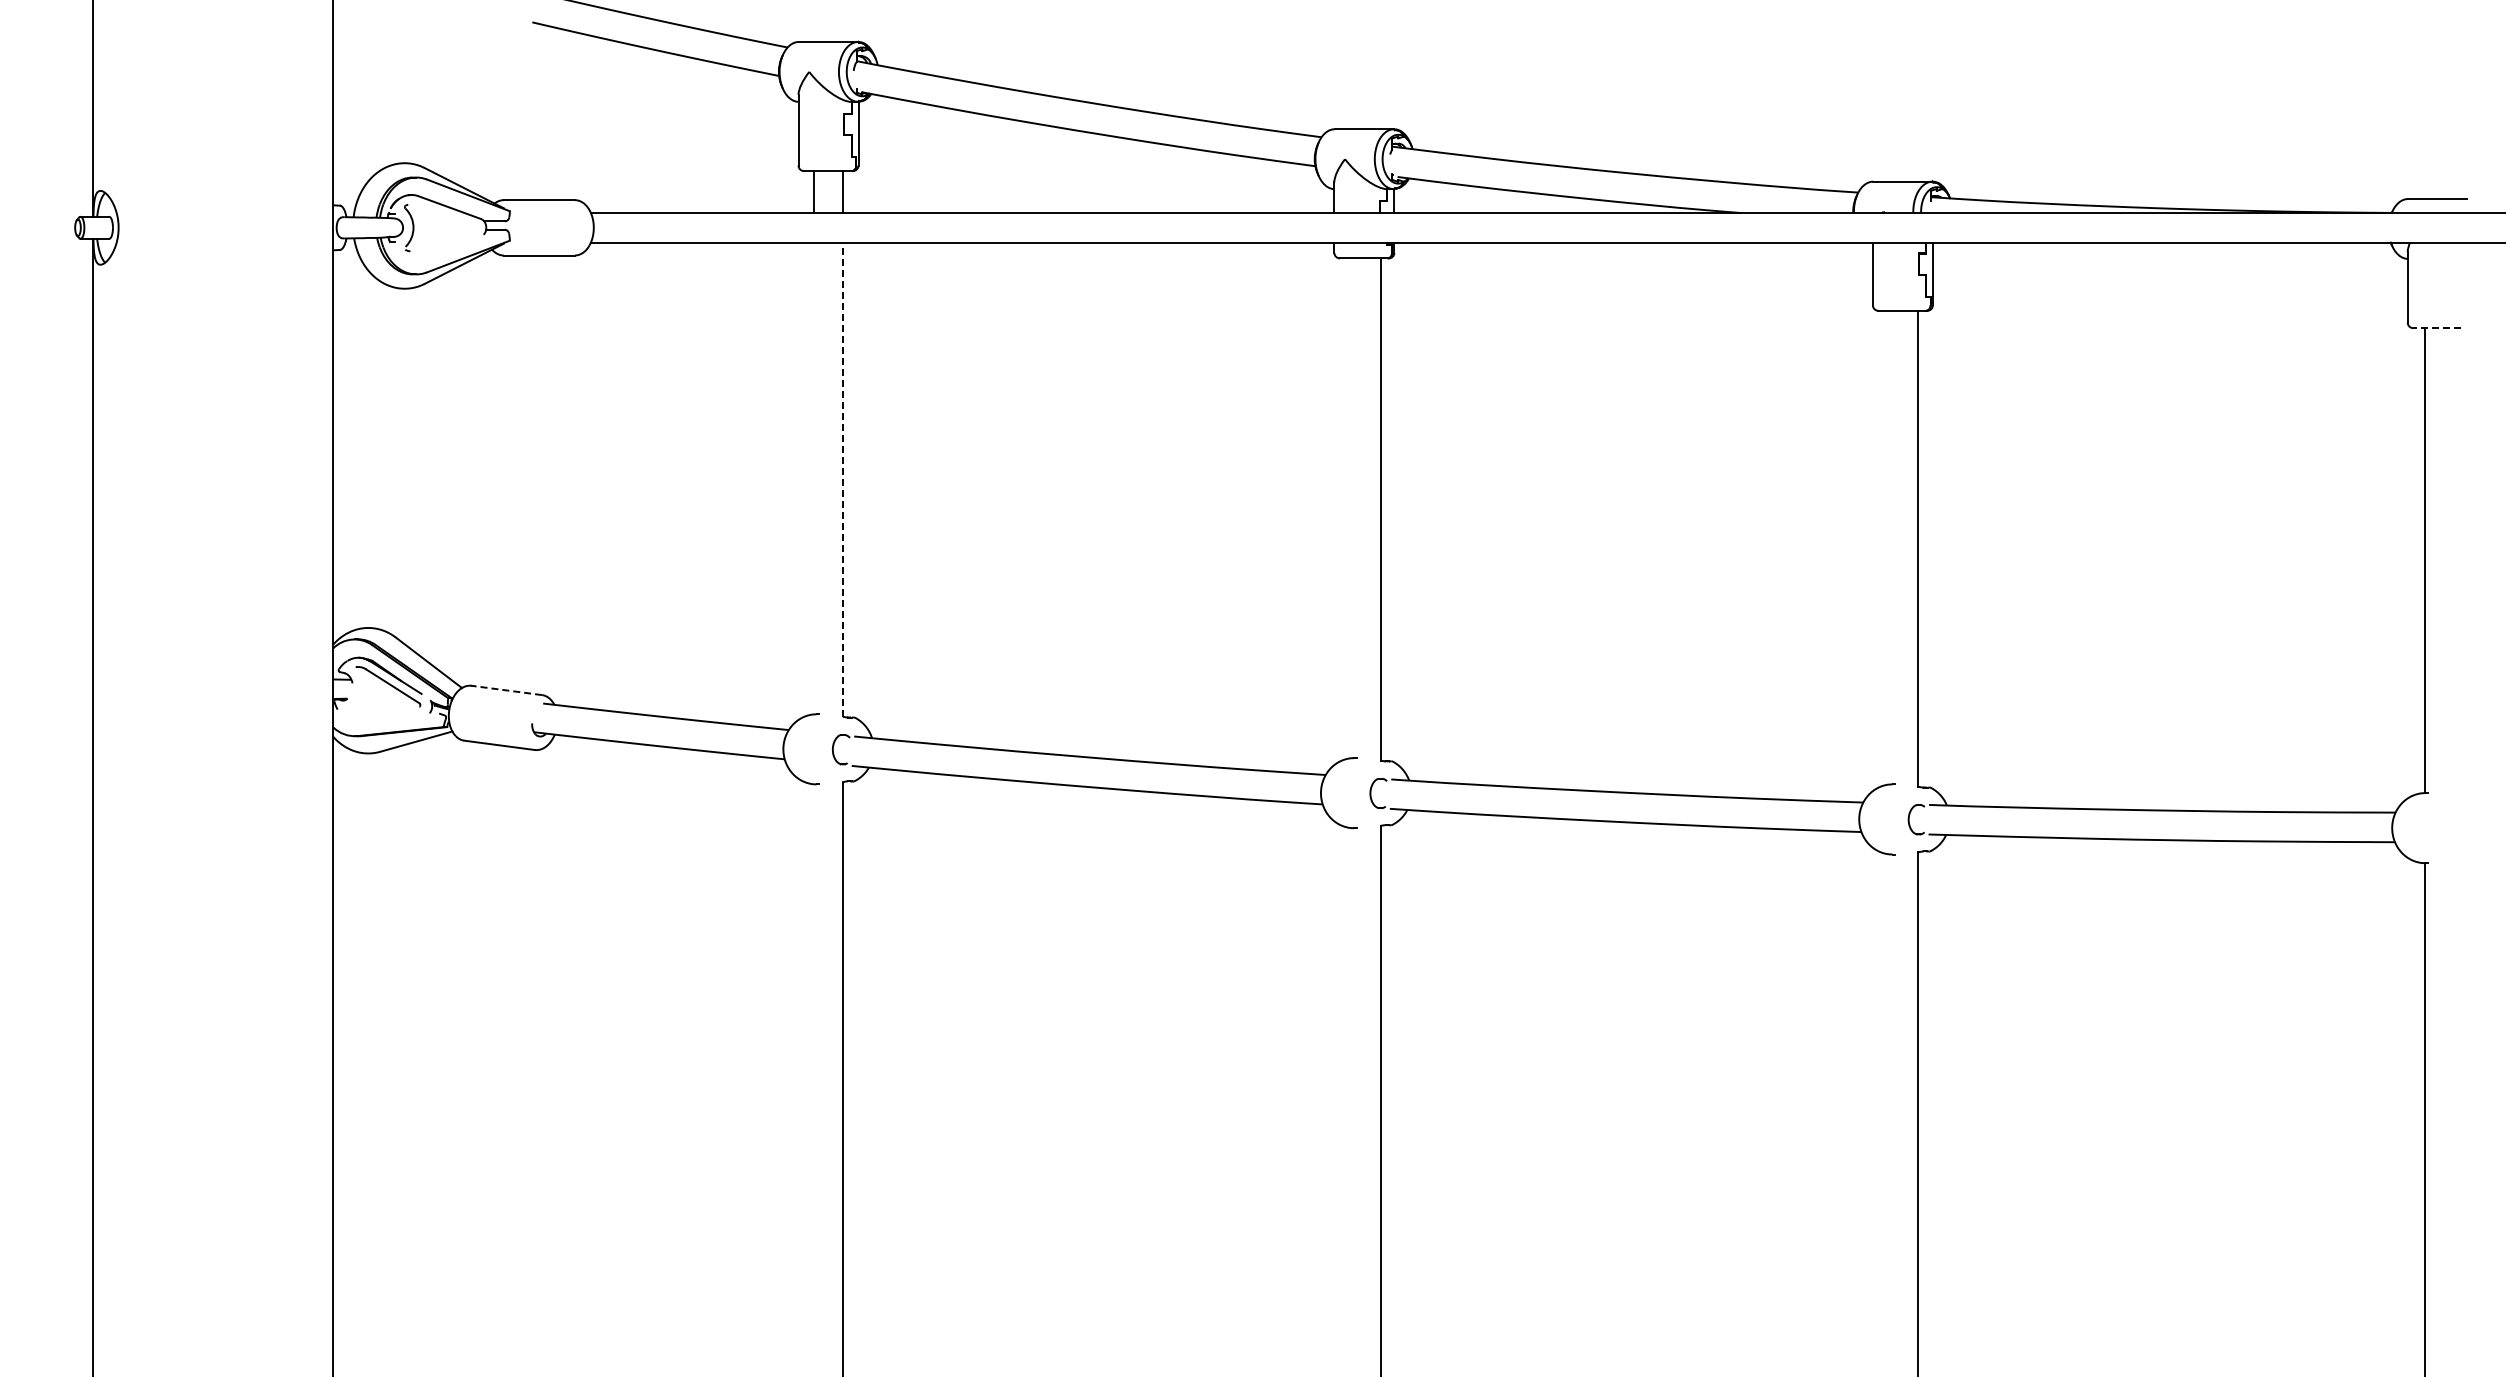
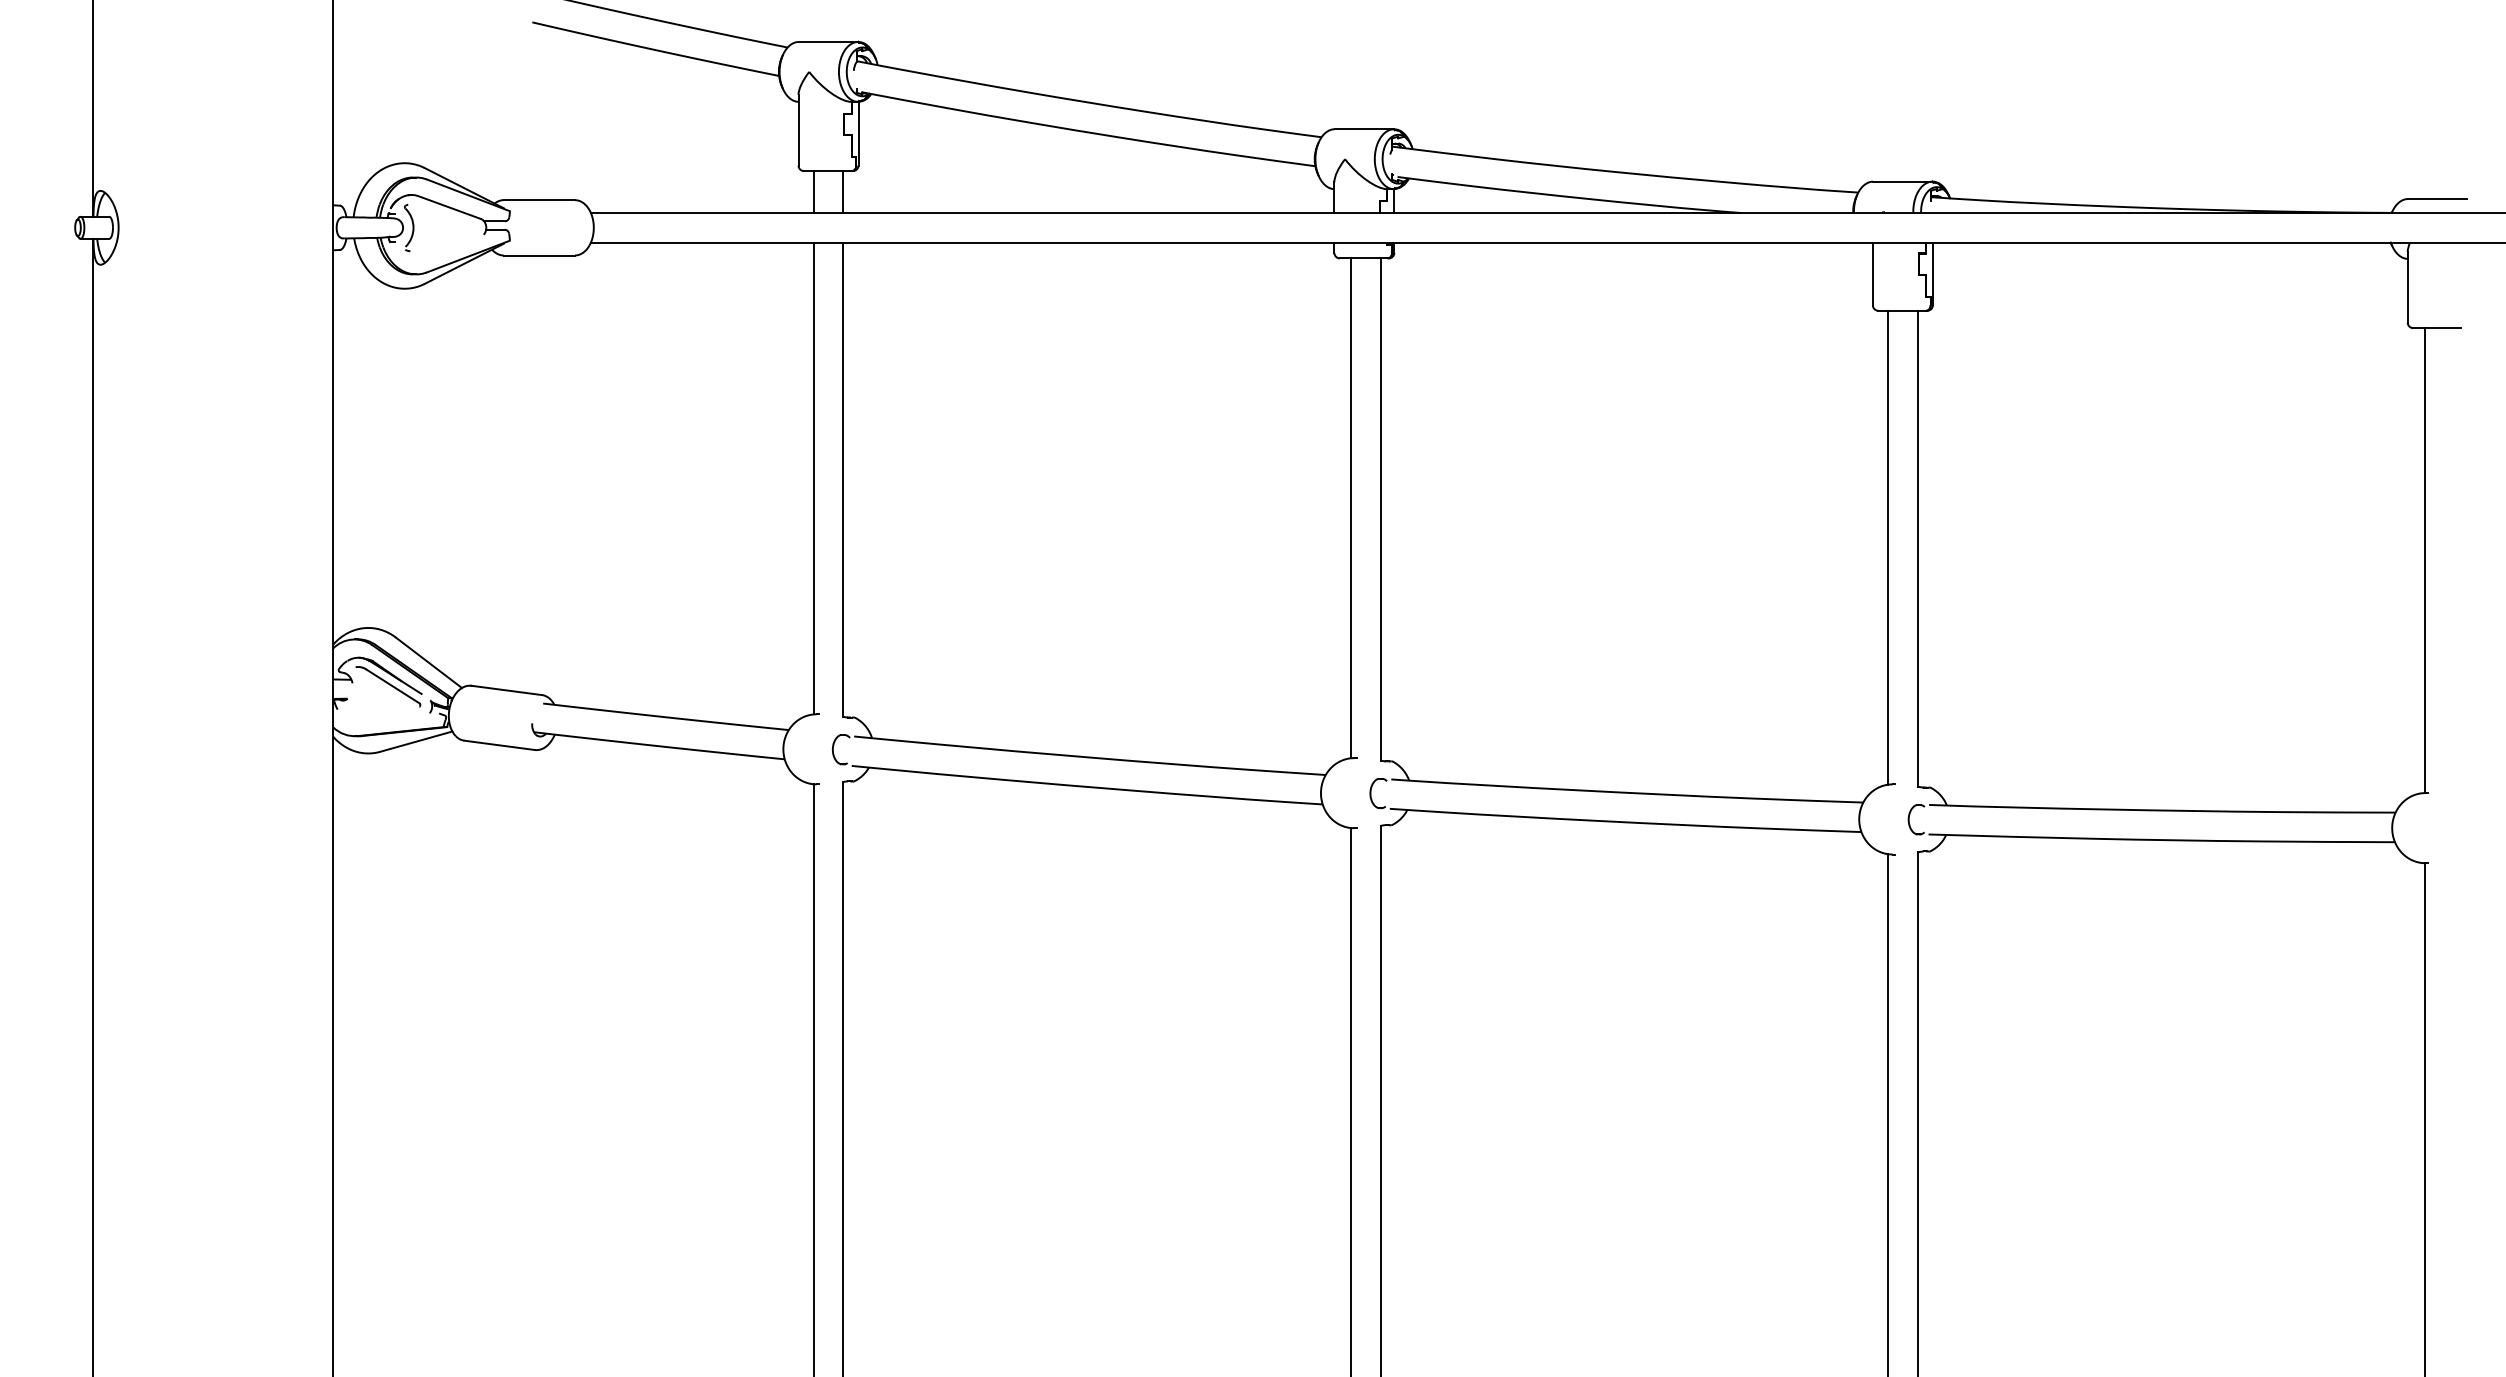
line at (2437, 328): dashed -> solid
line at (813, 478): none -> present
line at (843, 479): dashed -> solid
line at (1350, 508): none -> present
line at (1888, 547): none -> present
line at (506, 690): dashed -> solid
line at (813, 1078): none -> present
line at (1350, 1100): none -> present
line at (1888, 1113): none -> present
